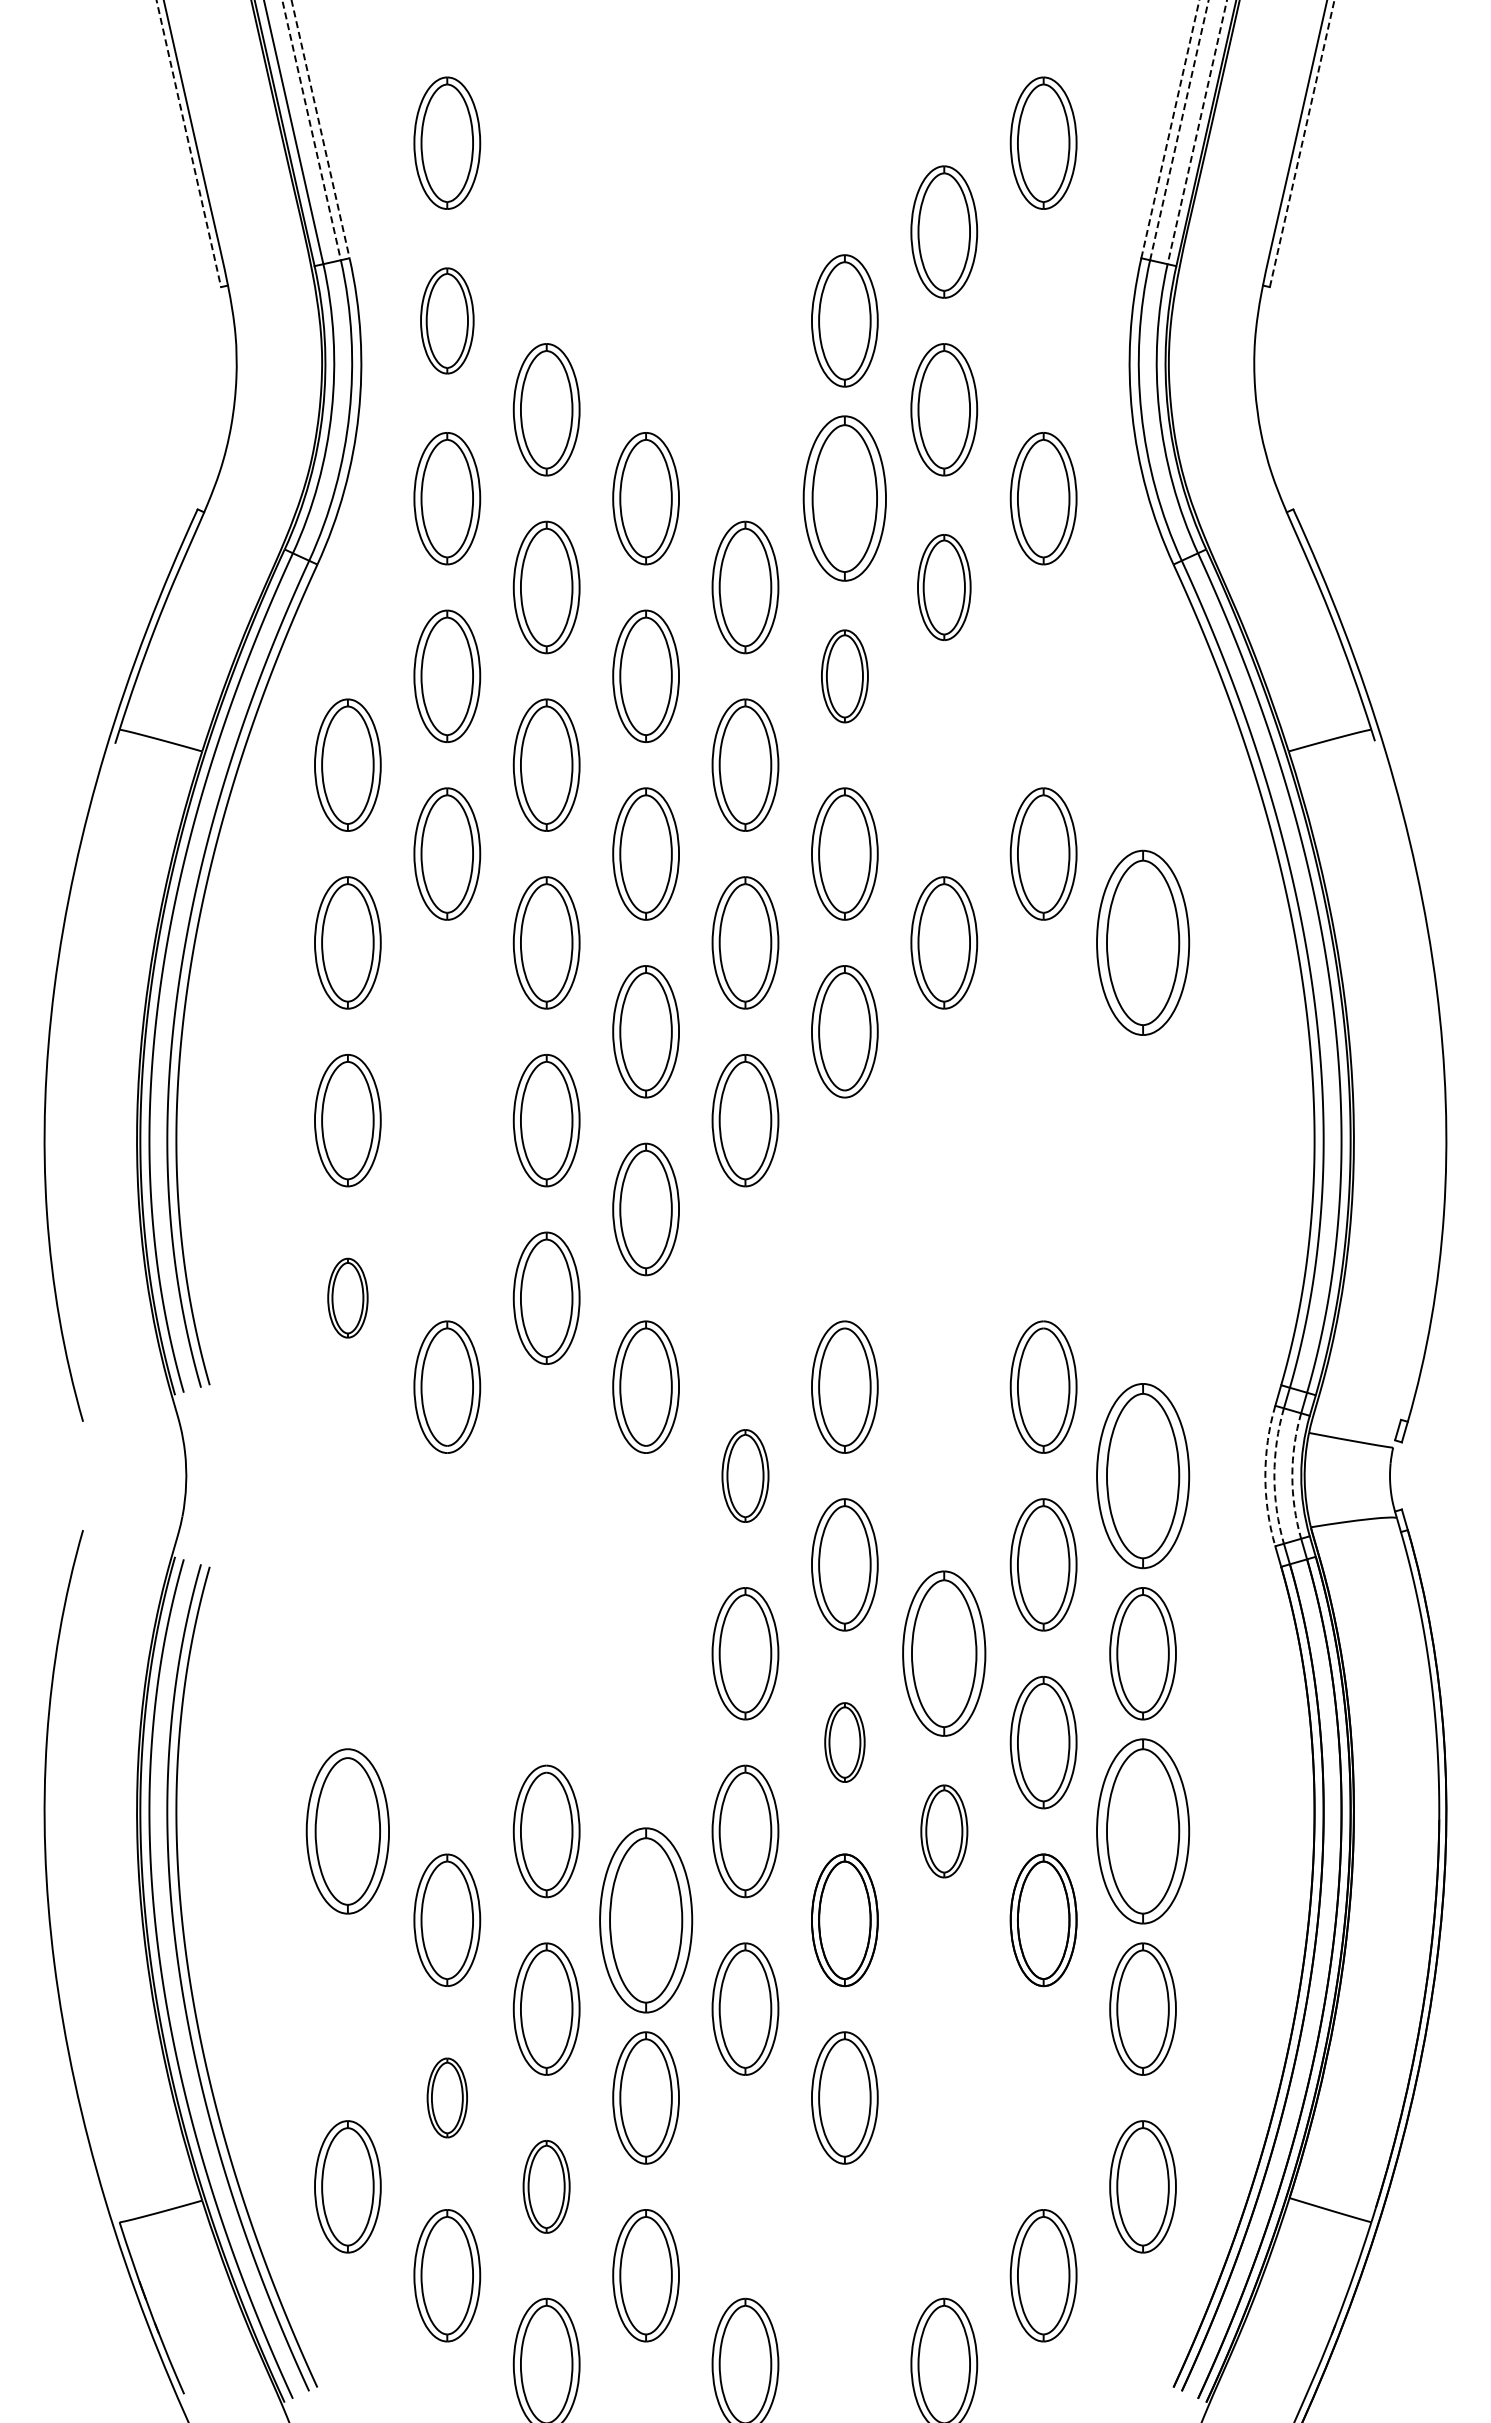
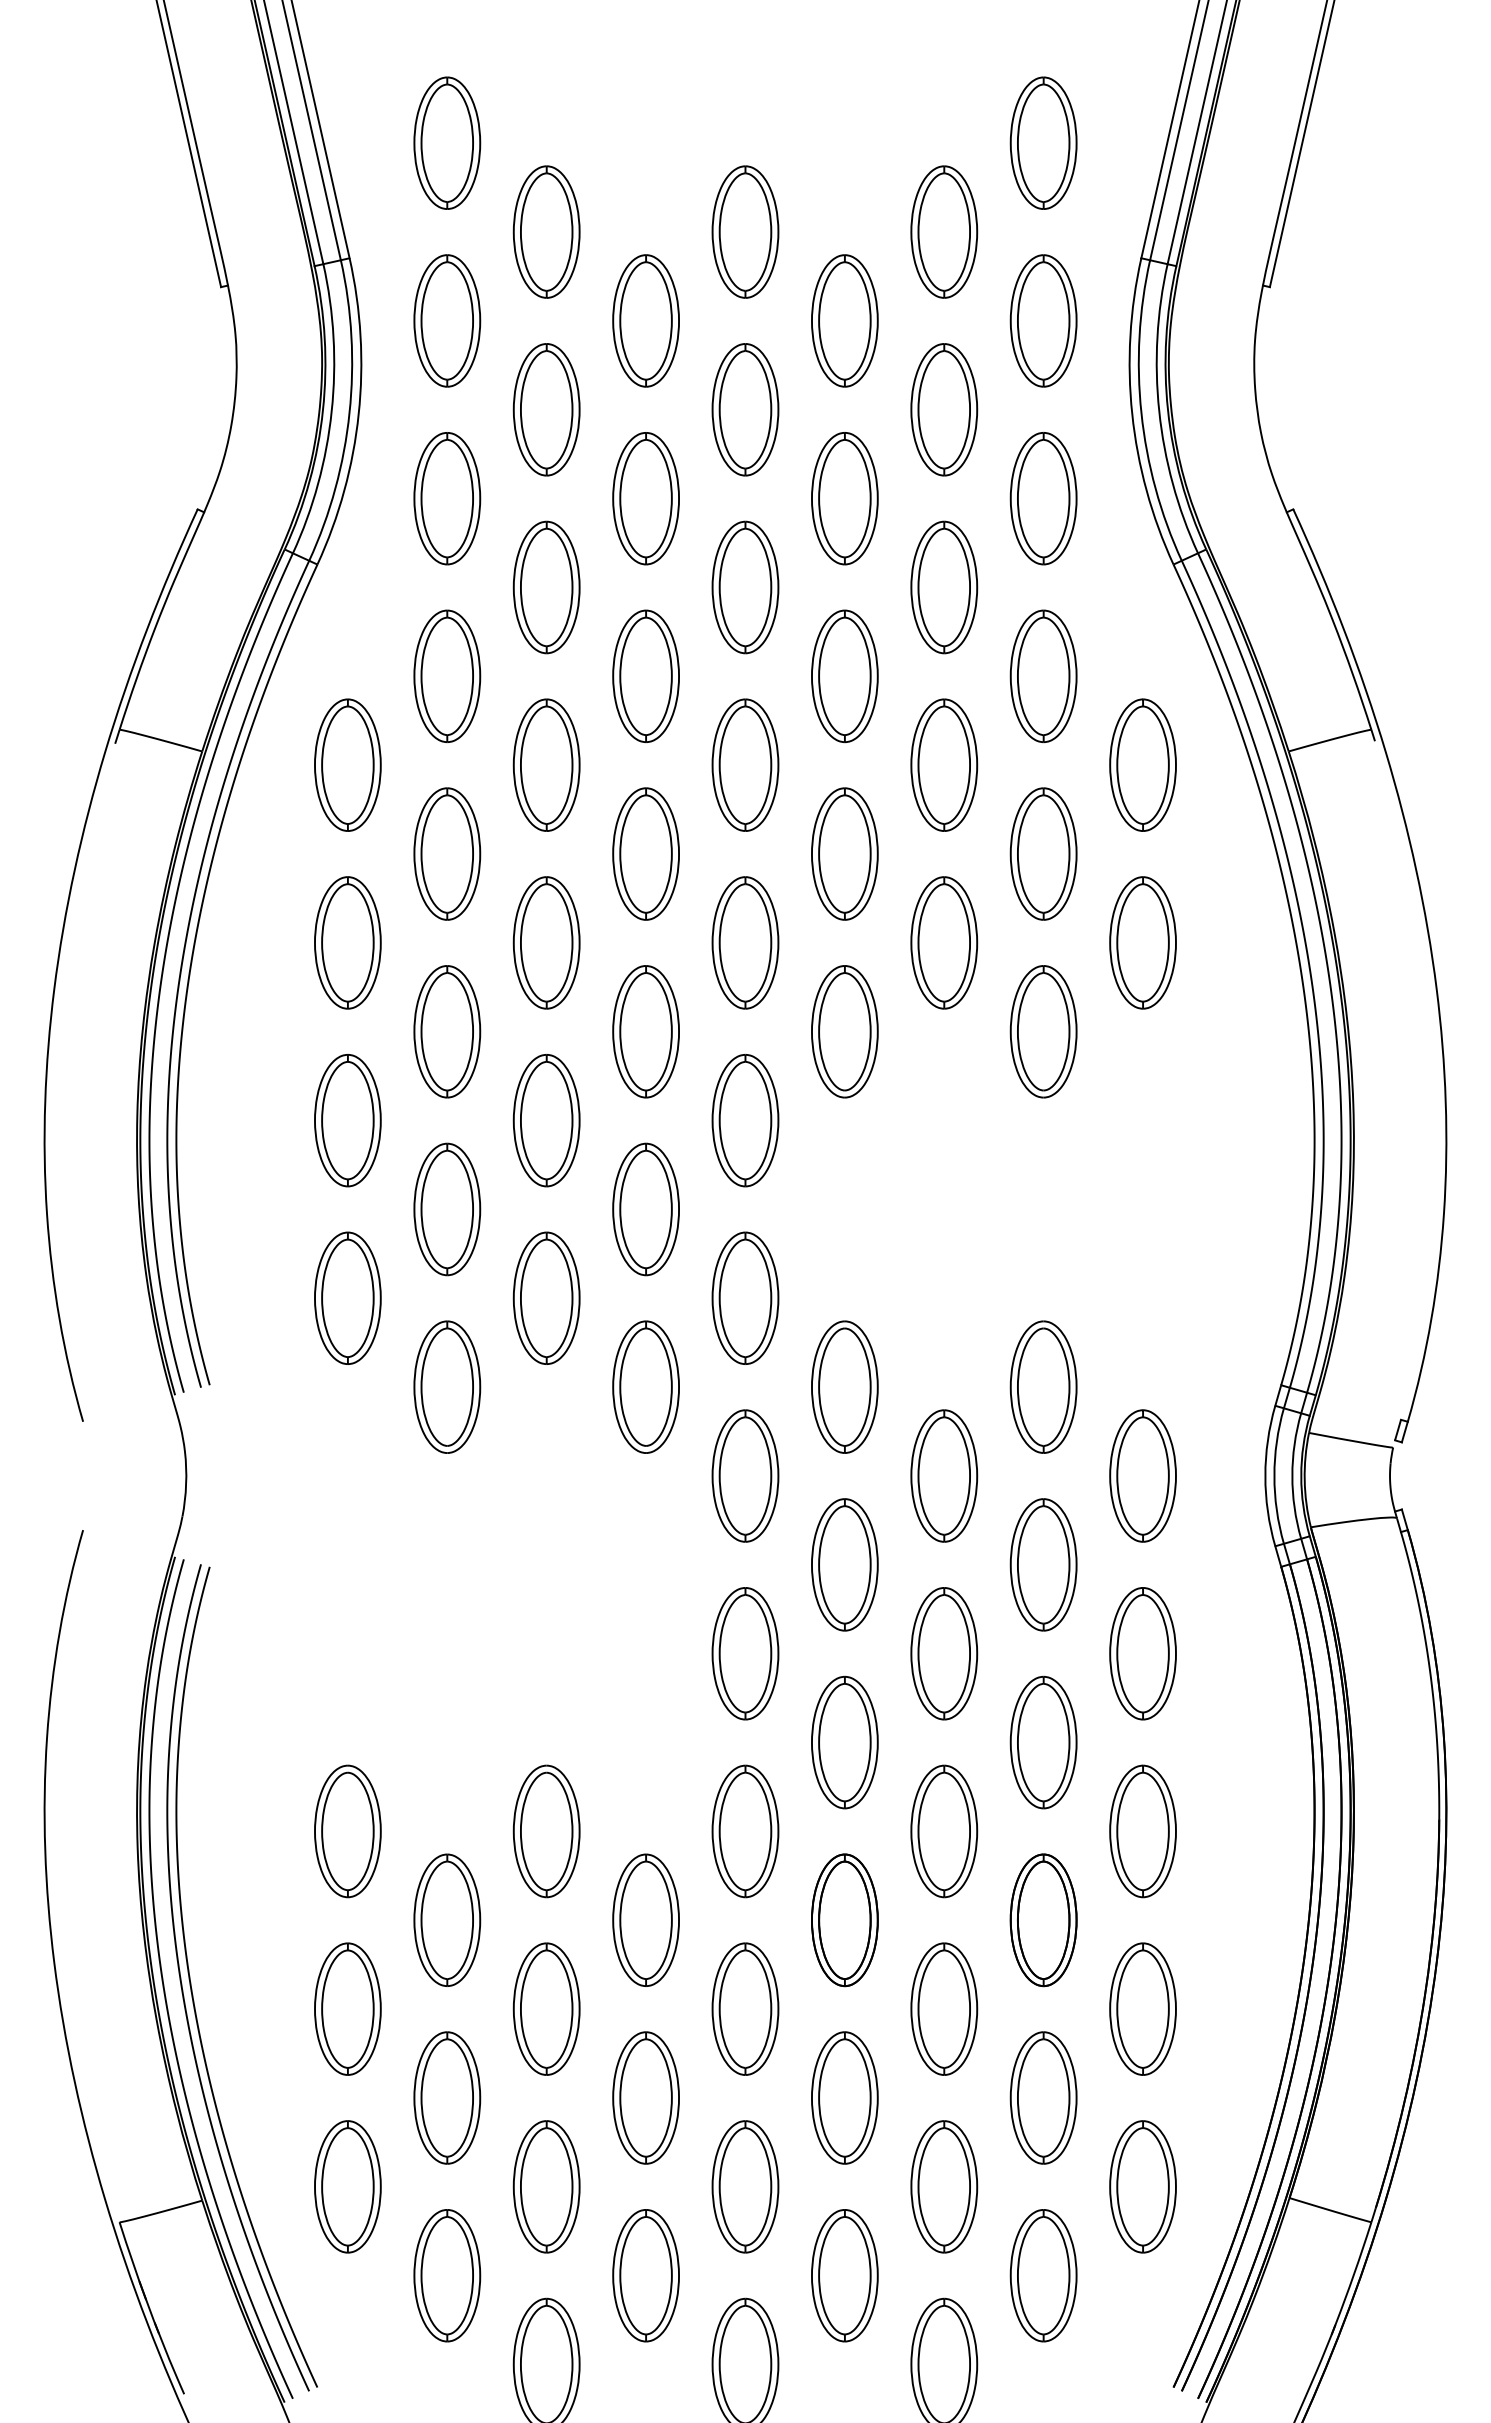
line at (320, 129): dashed -> solid
line at (1170, 129): dashed -> solid
line at (311, 130): dashed -> solid
line at (1179, 130): dashed -> solid
line at (1197, 132): dashed -> solid
line at (188, 143): dashed -> solid
line at (1302, 143): dashed -> solid
part at (546, 231): none -> present
part at (745, 231): none -> present
part at (447, 320) size: 55x108 px -> 69x134 px
part at (645, 320): none -> present
part at (1043, 320): none -> present
part at (745, 409): none -> present
part at (844, 498) size: 85x167 px -> 68x134 px
part at (944, 587) size: 55x107 px -> 69x135 px
part at (844, 676) size: 48x95 px -> 68x135 px
part at (1043, 676): none -> present
part at (944, 764): none -> present
part at (1142, 764): none -> present
part at (1143, 942) size: 95x187 px -> 68x134 px
part at (447, 1031): none -> present
part at (1043, 1031): none -> present
part at (447, 1209): none -> present
part at (347, 1297) size: 42x82 px -> 68x134 px
part at (745, 1297): none -> present
part at (745, 1475) size: 49x94 px -> 69x134 px
part at (944, 1475): none -> present
part at (1143, 1476) size: 95x187 px -> 68x134 px
arc at (1265, 1476): dashed -> solid
arc at (1274, 1476): dashed -> solid
arc at (1292, 1476): dashed -> solid
part at (944, 1653) size: 85x167 px -> 69x134 px
part at (844, 1742) size: 42x81 px -> 68x135 px
part at (347, 1831) size: 85x167 px -> 68x135 px
part at (944, 1831) size: 49x95 px -> 69x135 px
part at (1143, 1831) size: 95x187 px -> 68x135 px
part at (646, 1920) size: 95x187 px -> 68x134 px
part at (347, 2008): none -> present
part at (944, 2008): none -> present
part at (446, 2097) size: 42x82 px -> 69x134 px
part at (1043, 2097): none -> present
part at (546, 2186) size: 49x94 px -> 69x134 px
part at (745, 2186): none -> present
part at (944, 2186): none -> present
part at (844, 2275): none -> present
